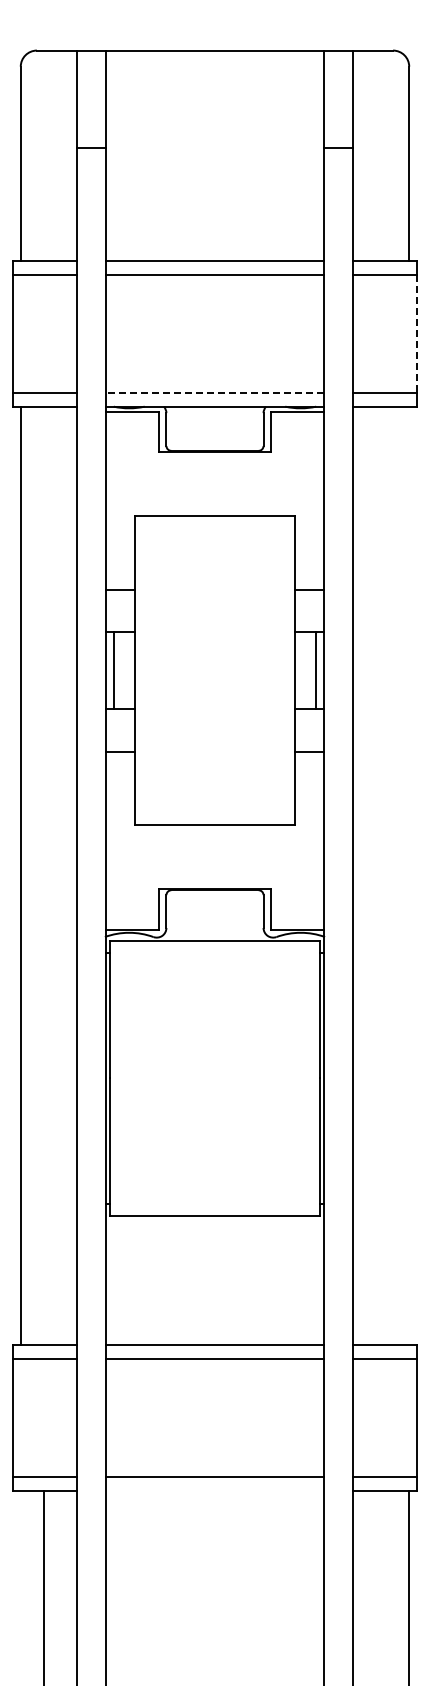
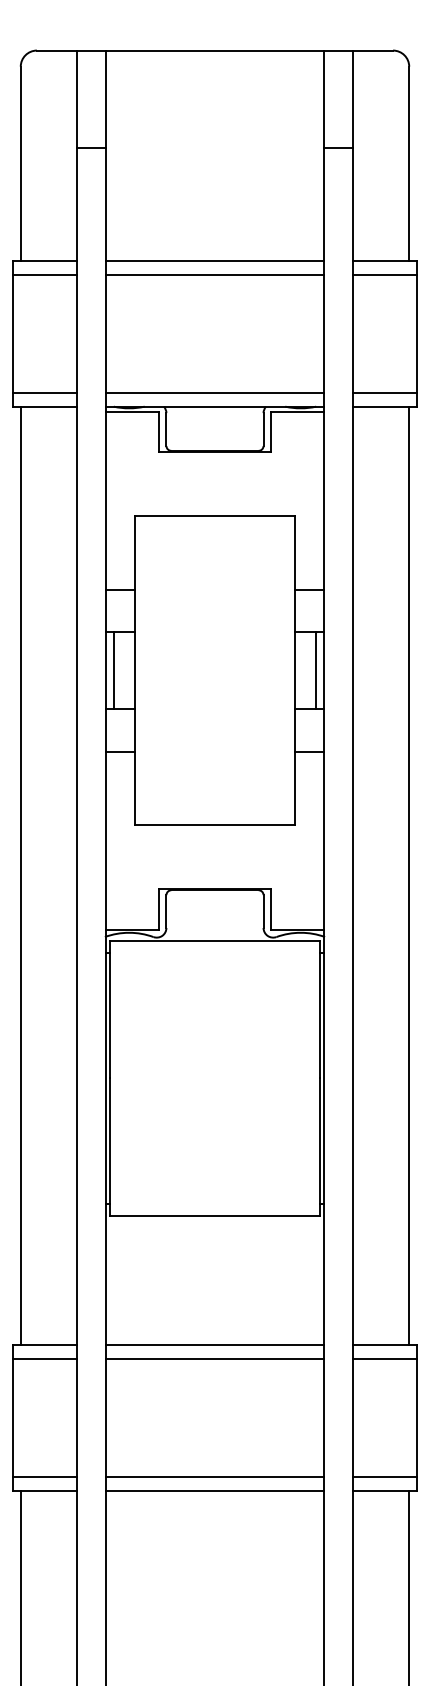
line at (417, 333): dashed -> solid
line at (214, 392): dashed -> solid
line at (409, 875): none -> present
line at (214, 1491): none -> present
line at (43, 1586) position: (43, 1586) -> (20, 1586)
